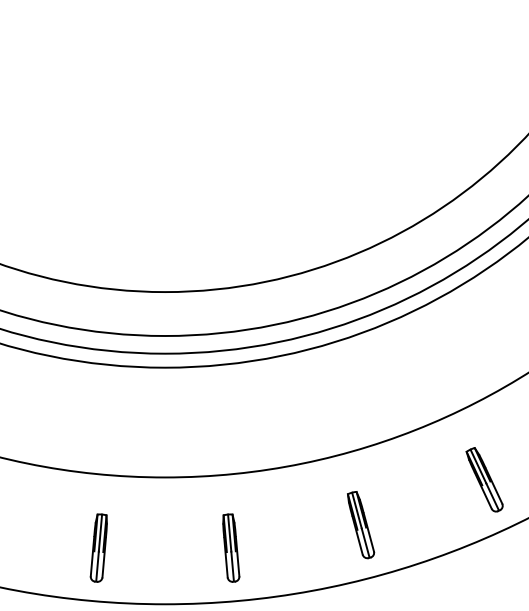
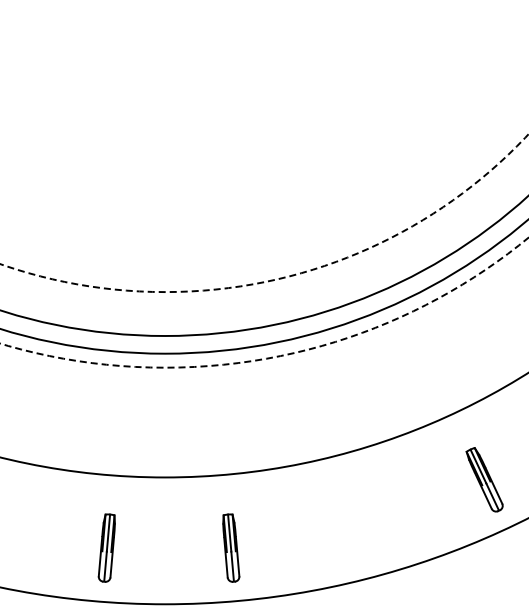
circle at (264, 213): solid -> dashed
circle at (264, 302): solid -> dashed
part at (361, 525): present -> none
part at (98, 547) position: (98, 547) -> (106, 547)
